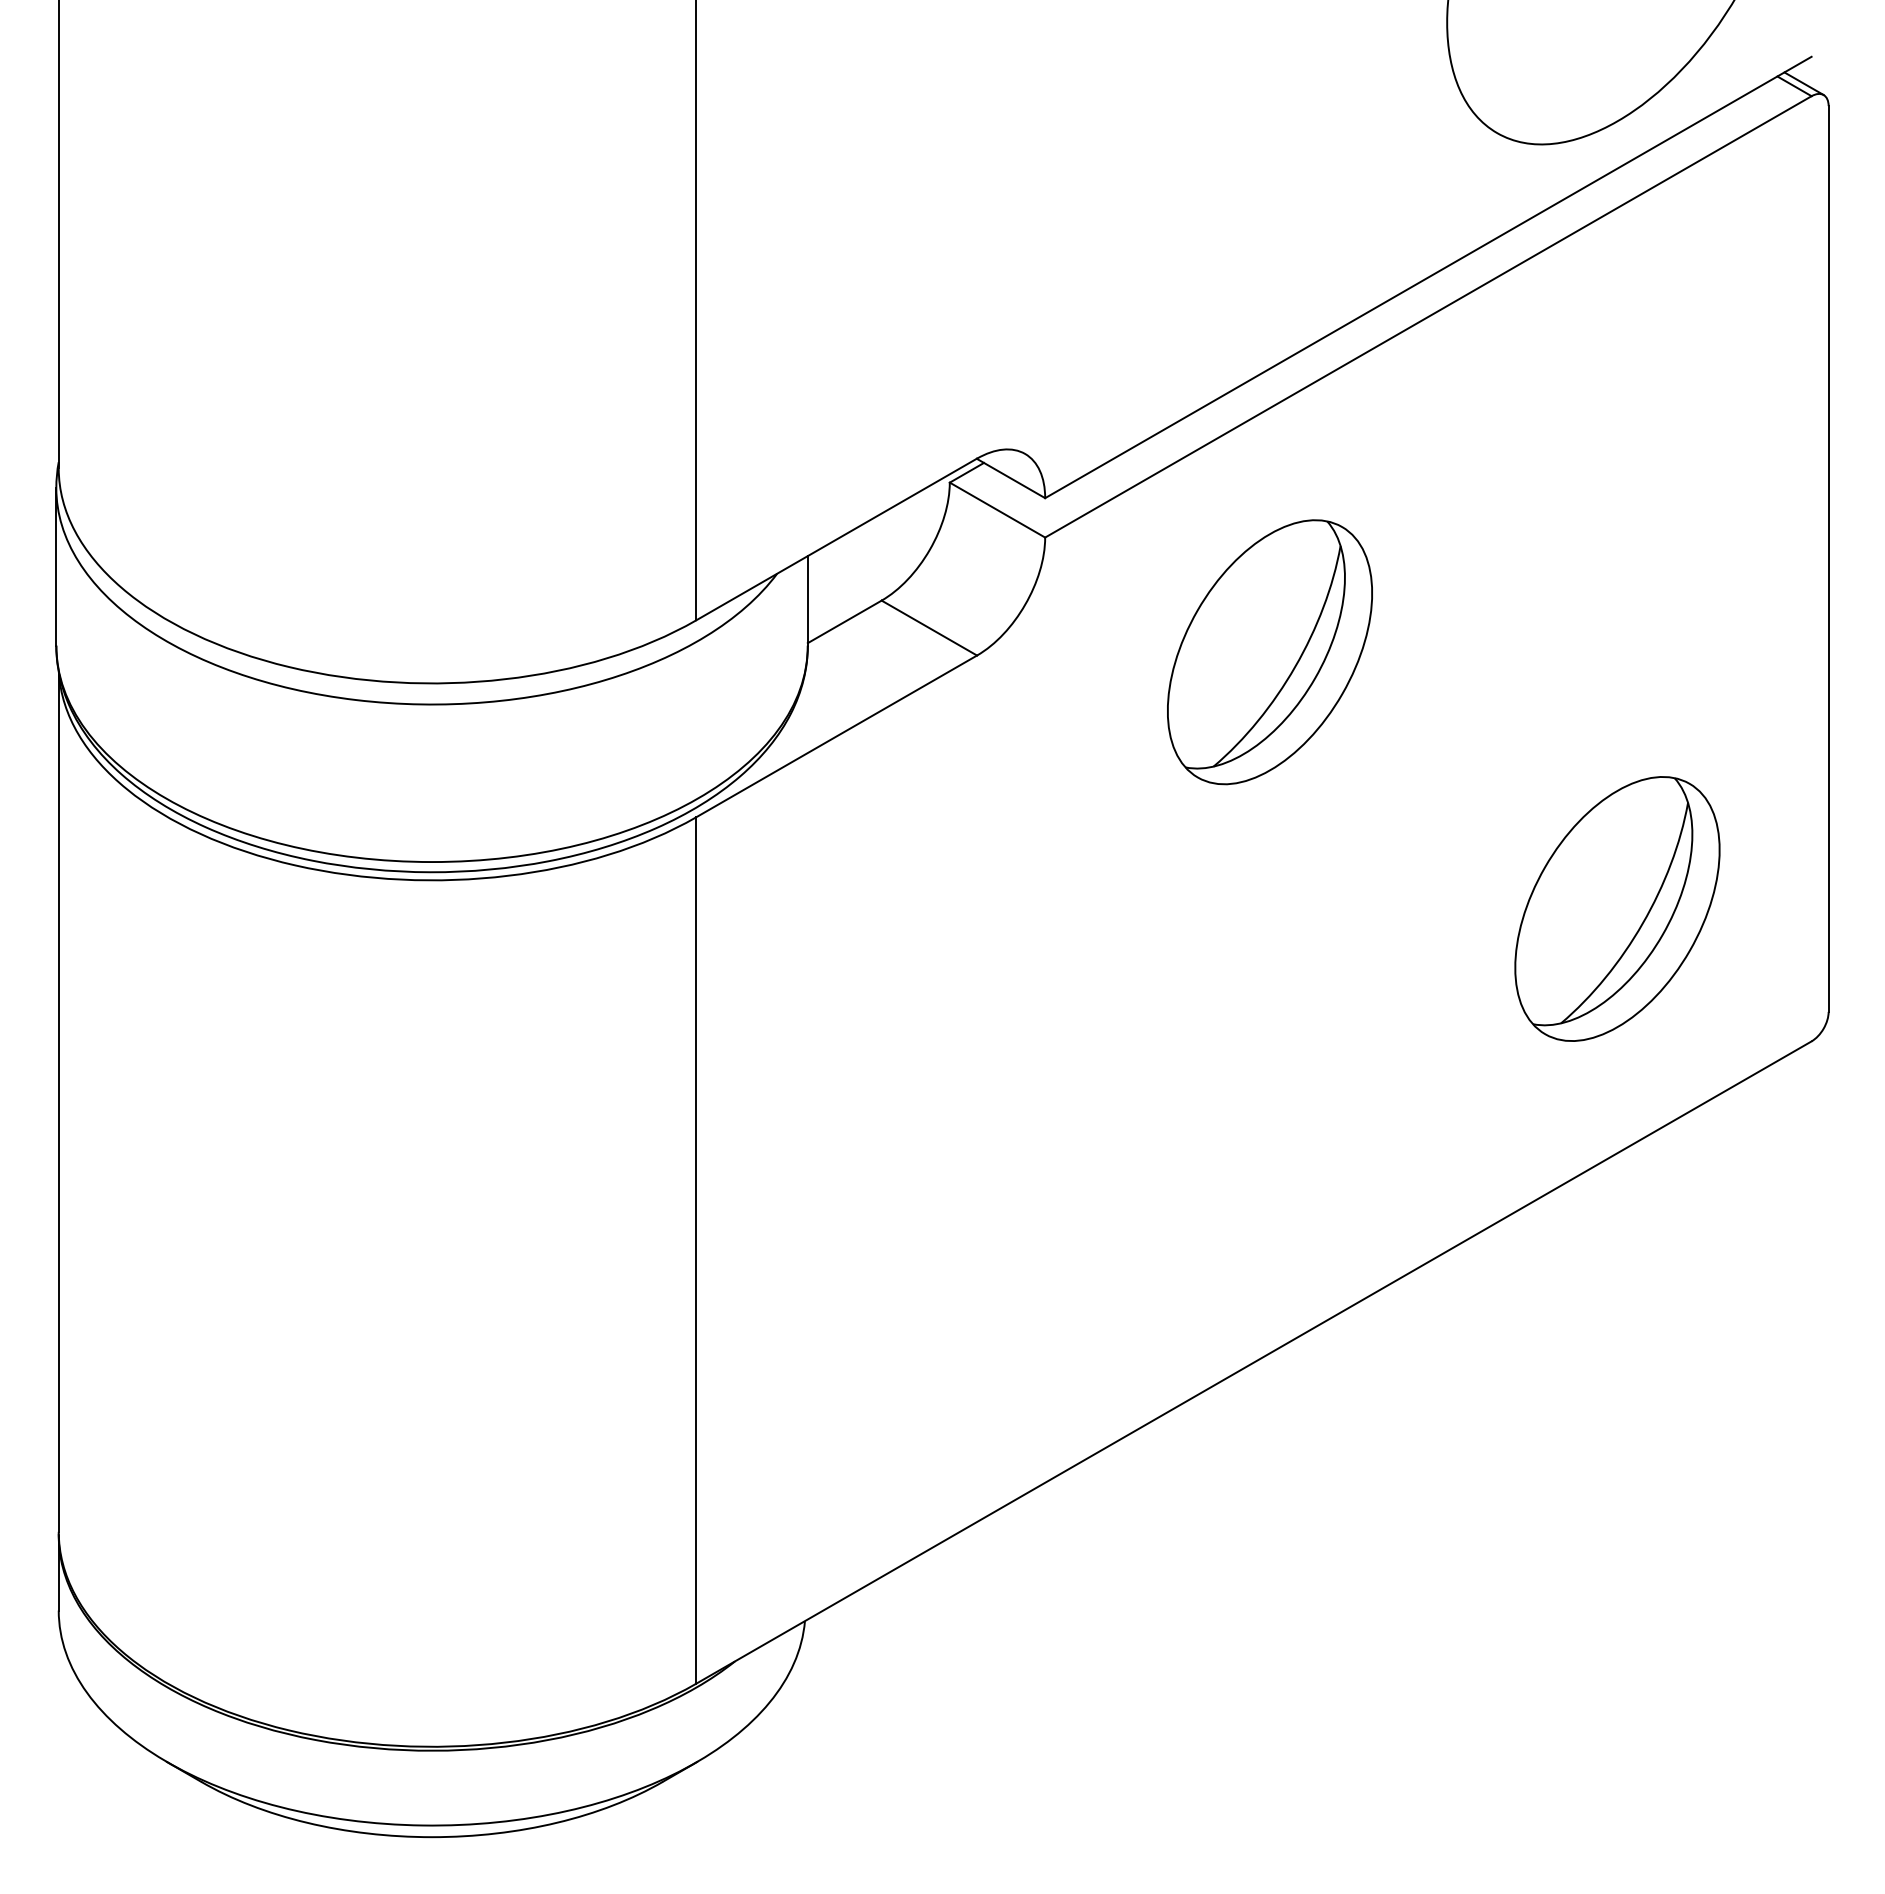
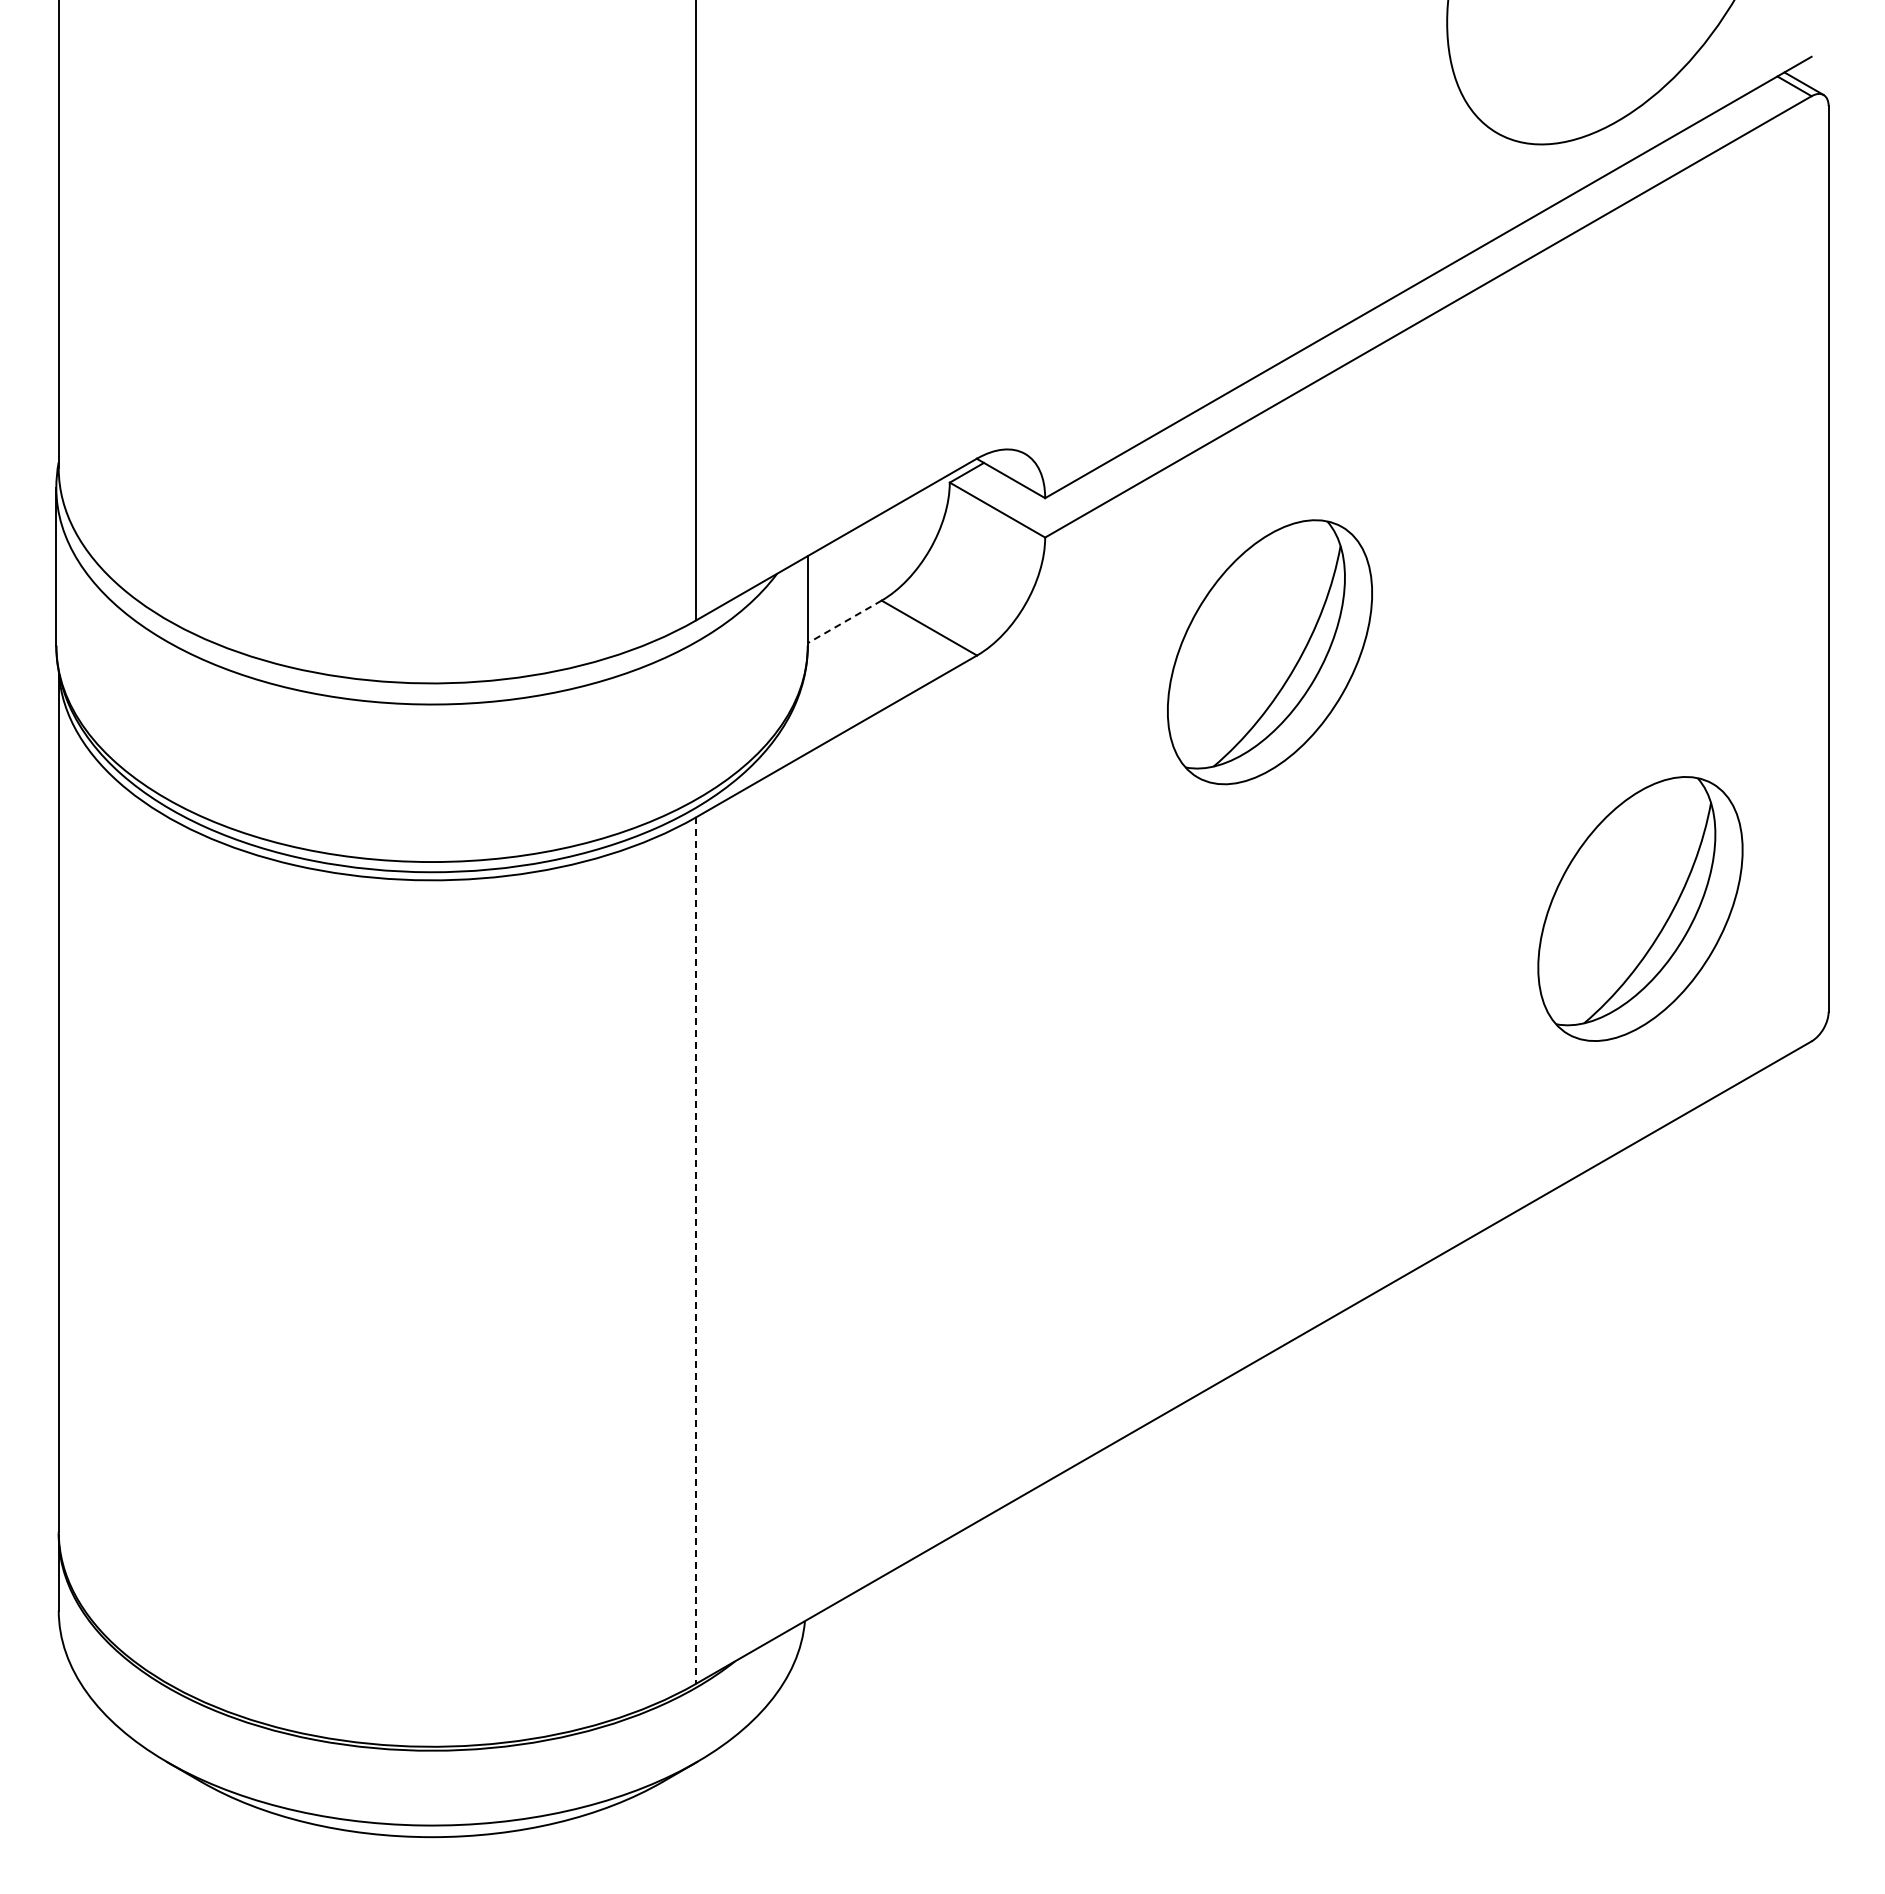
line at (844, 621): solid -> dashed
part at (1617, 908) position: (1617, 908) -> (1640, 908)
line at (696, 1251): solid -> dashed
